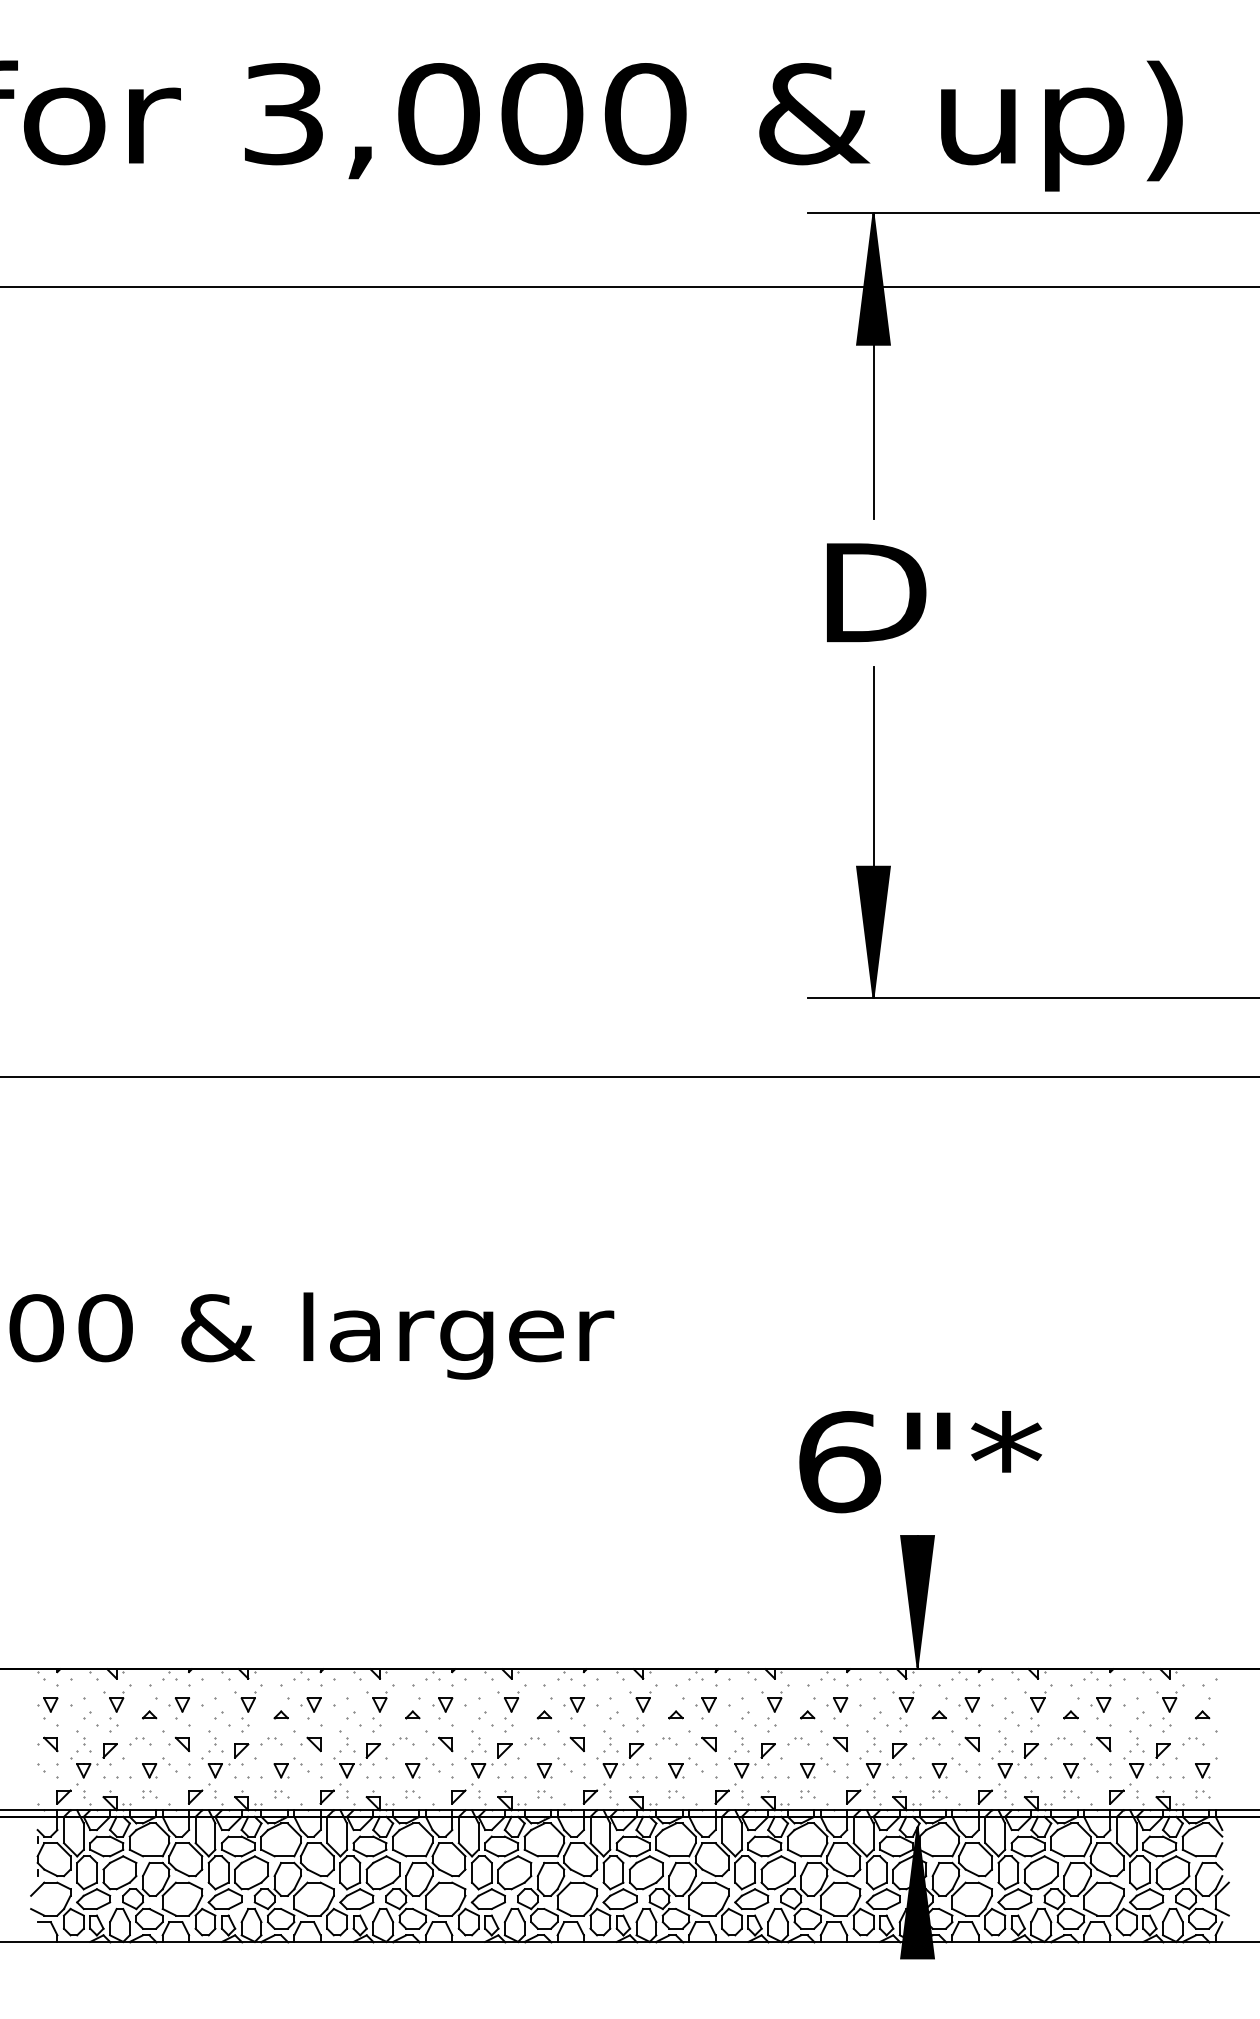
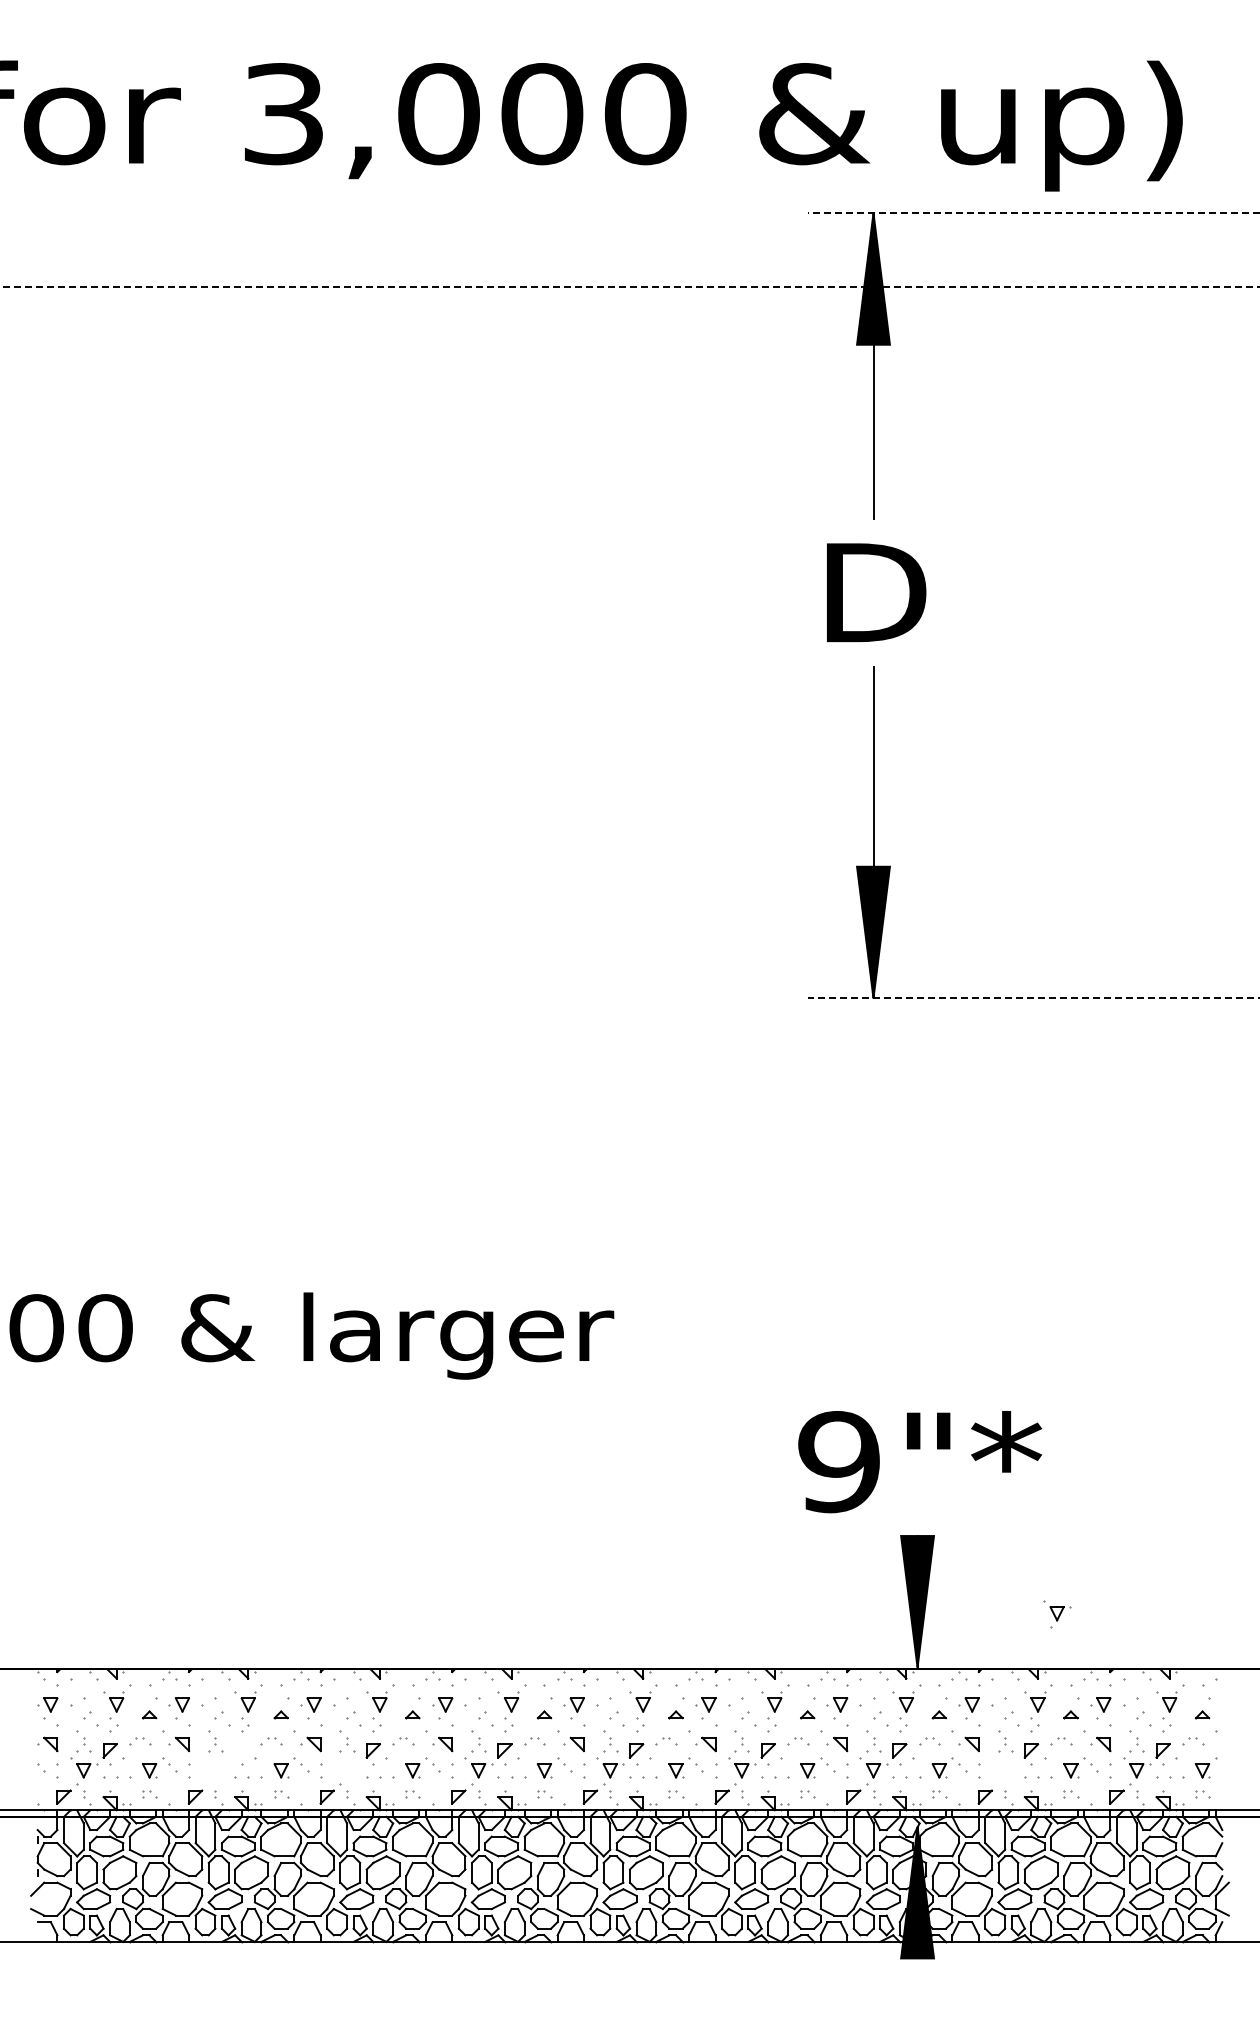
line at (1033, 213): solid -> dashed
line at (630, 287): solid -> dashed
line at (1033, 998): solid -> dashed
line at (629, 1076): present -> none
text at (839, 1462): 6"* -> 9"*
part at (225, 1764): present -> none
part at (347, 1767): present -> none
part at (1005, 1771) position: (1005, 1771) -> (1057, 1614)
